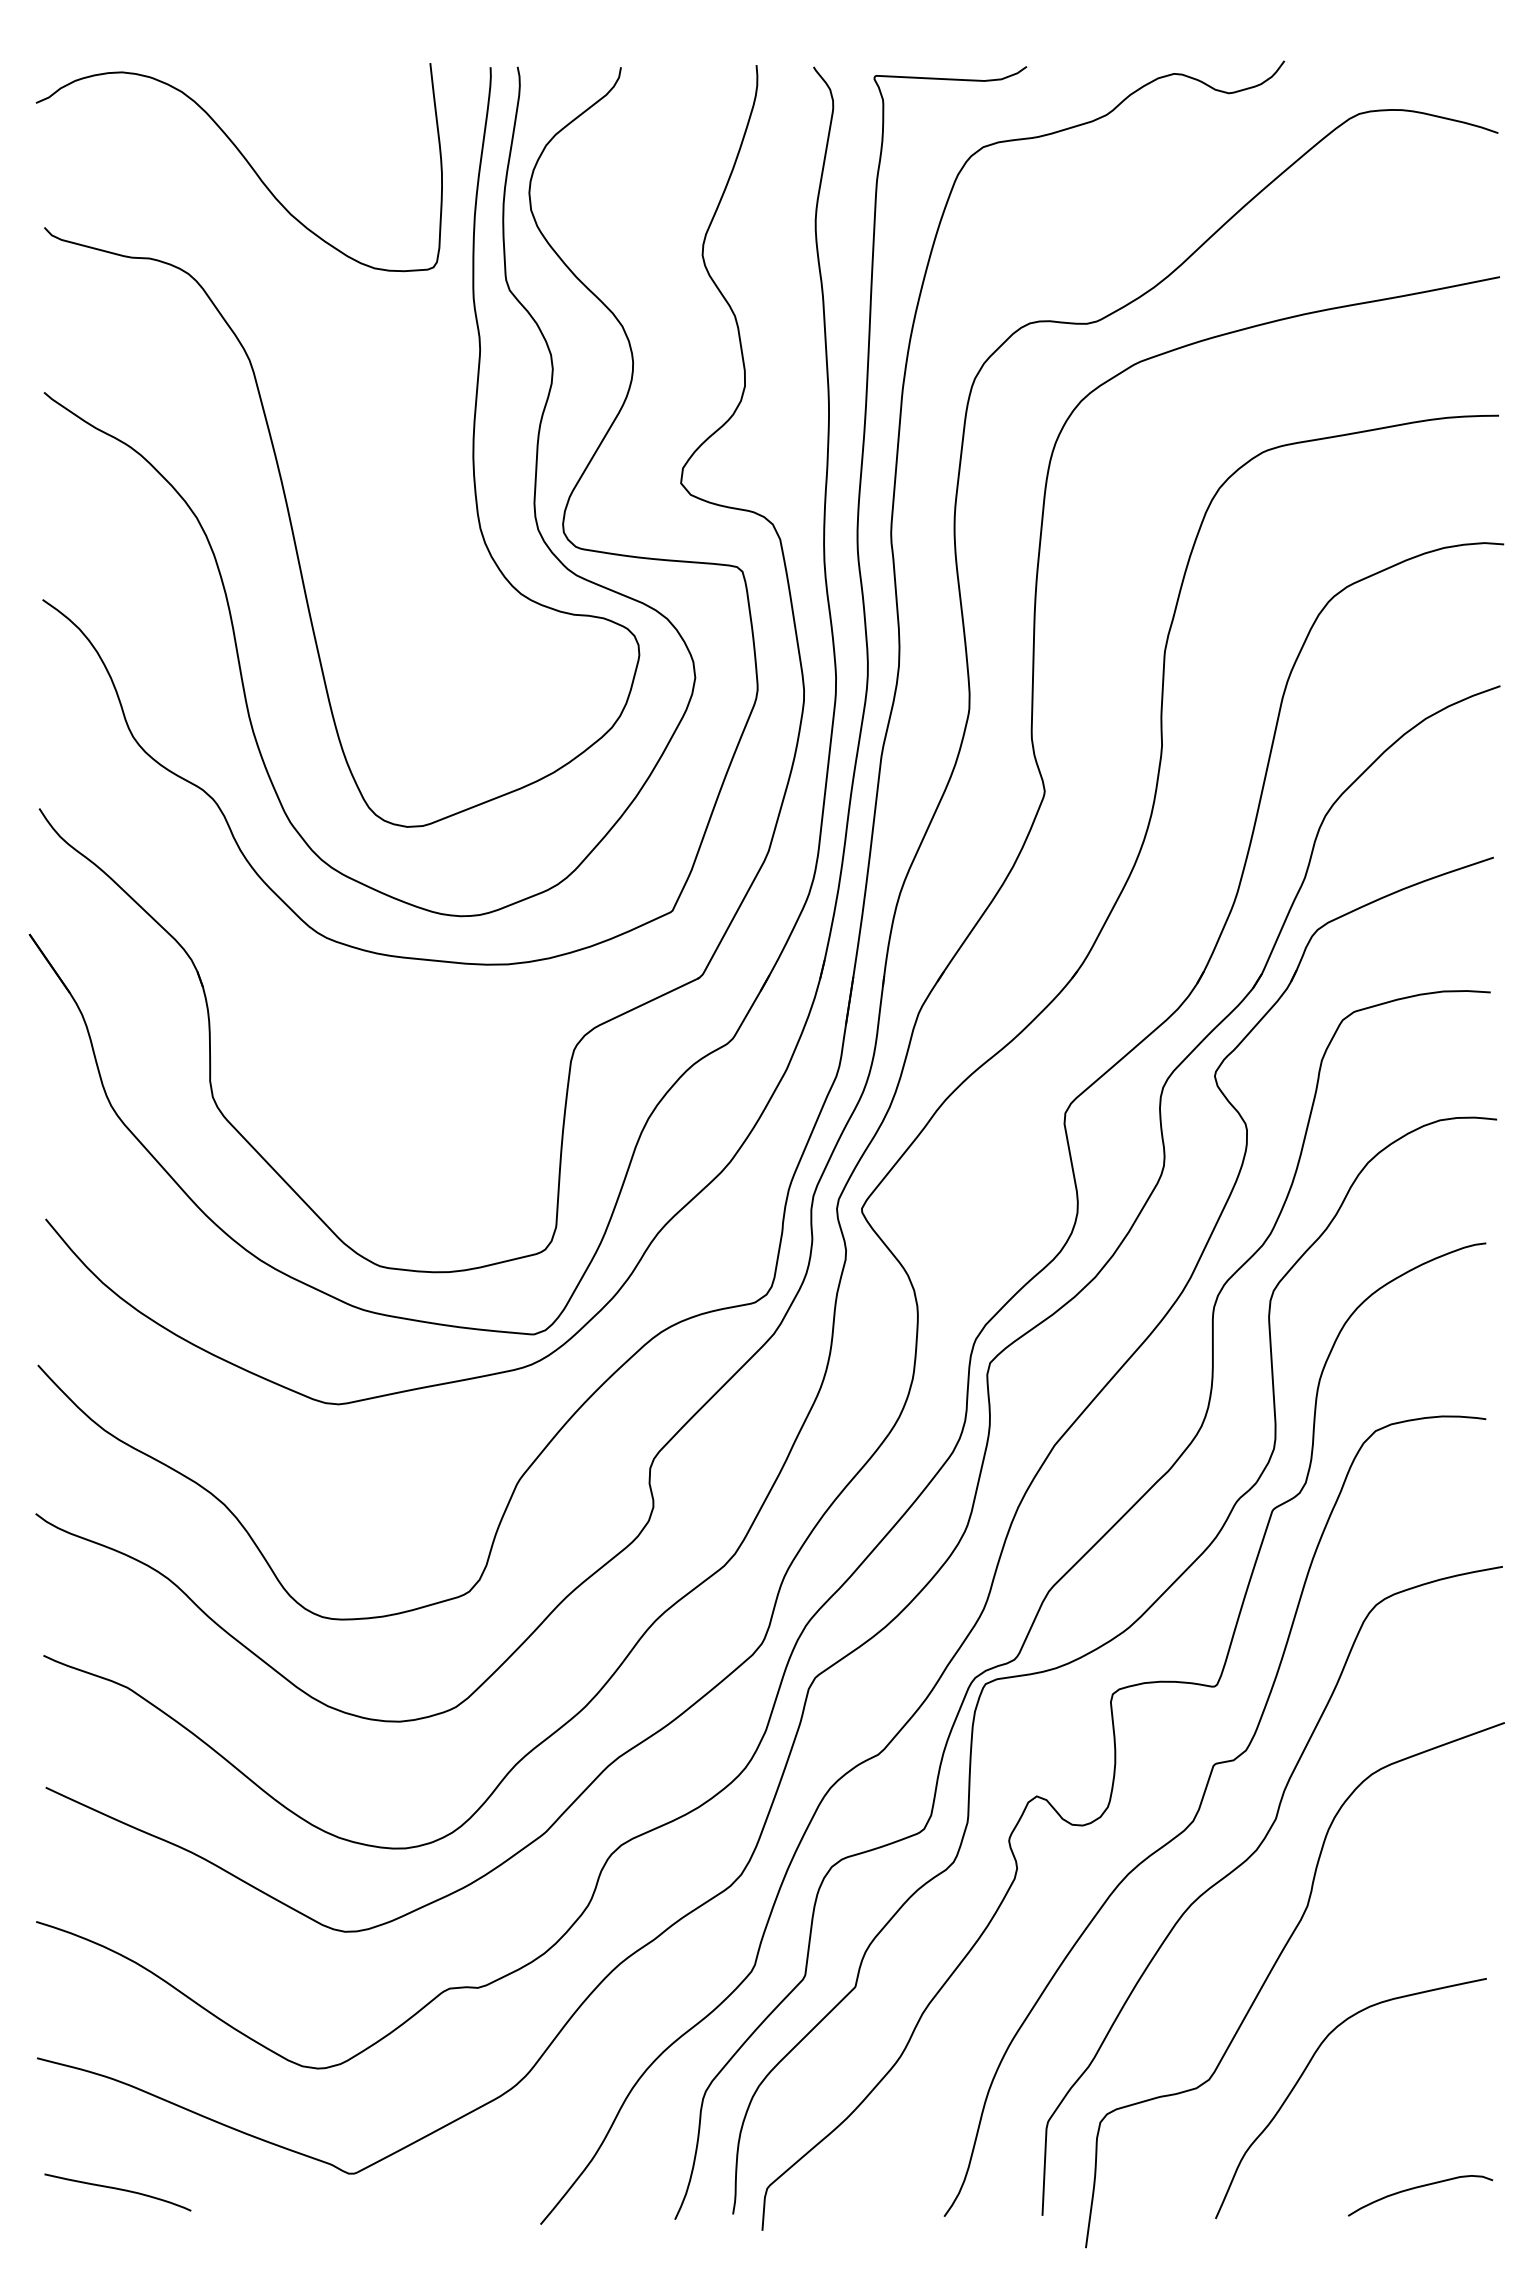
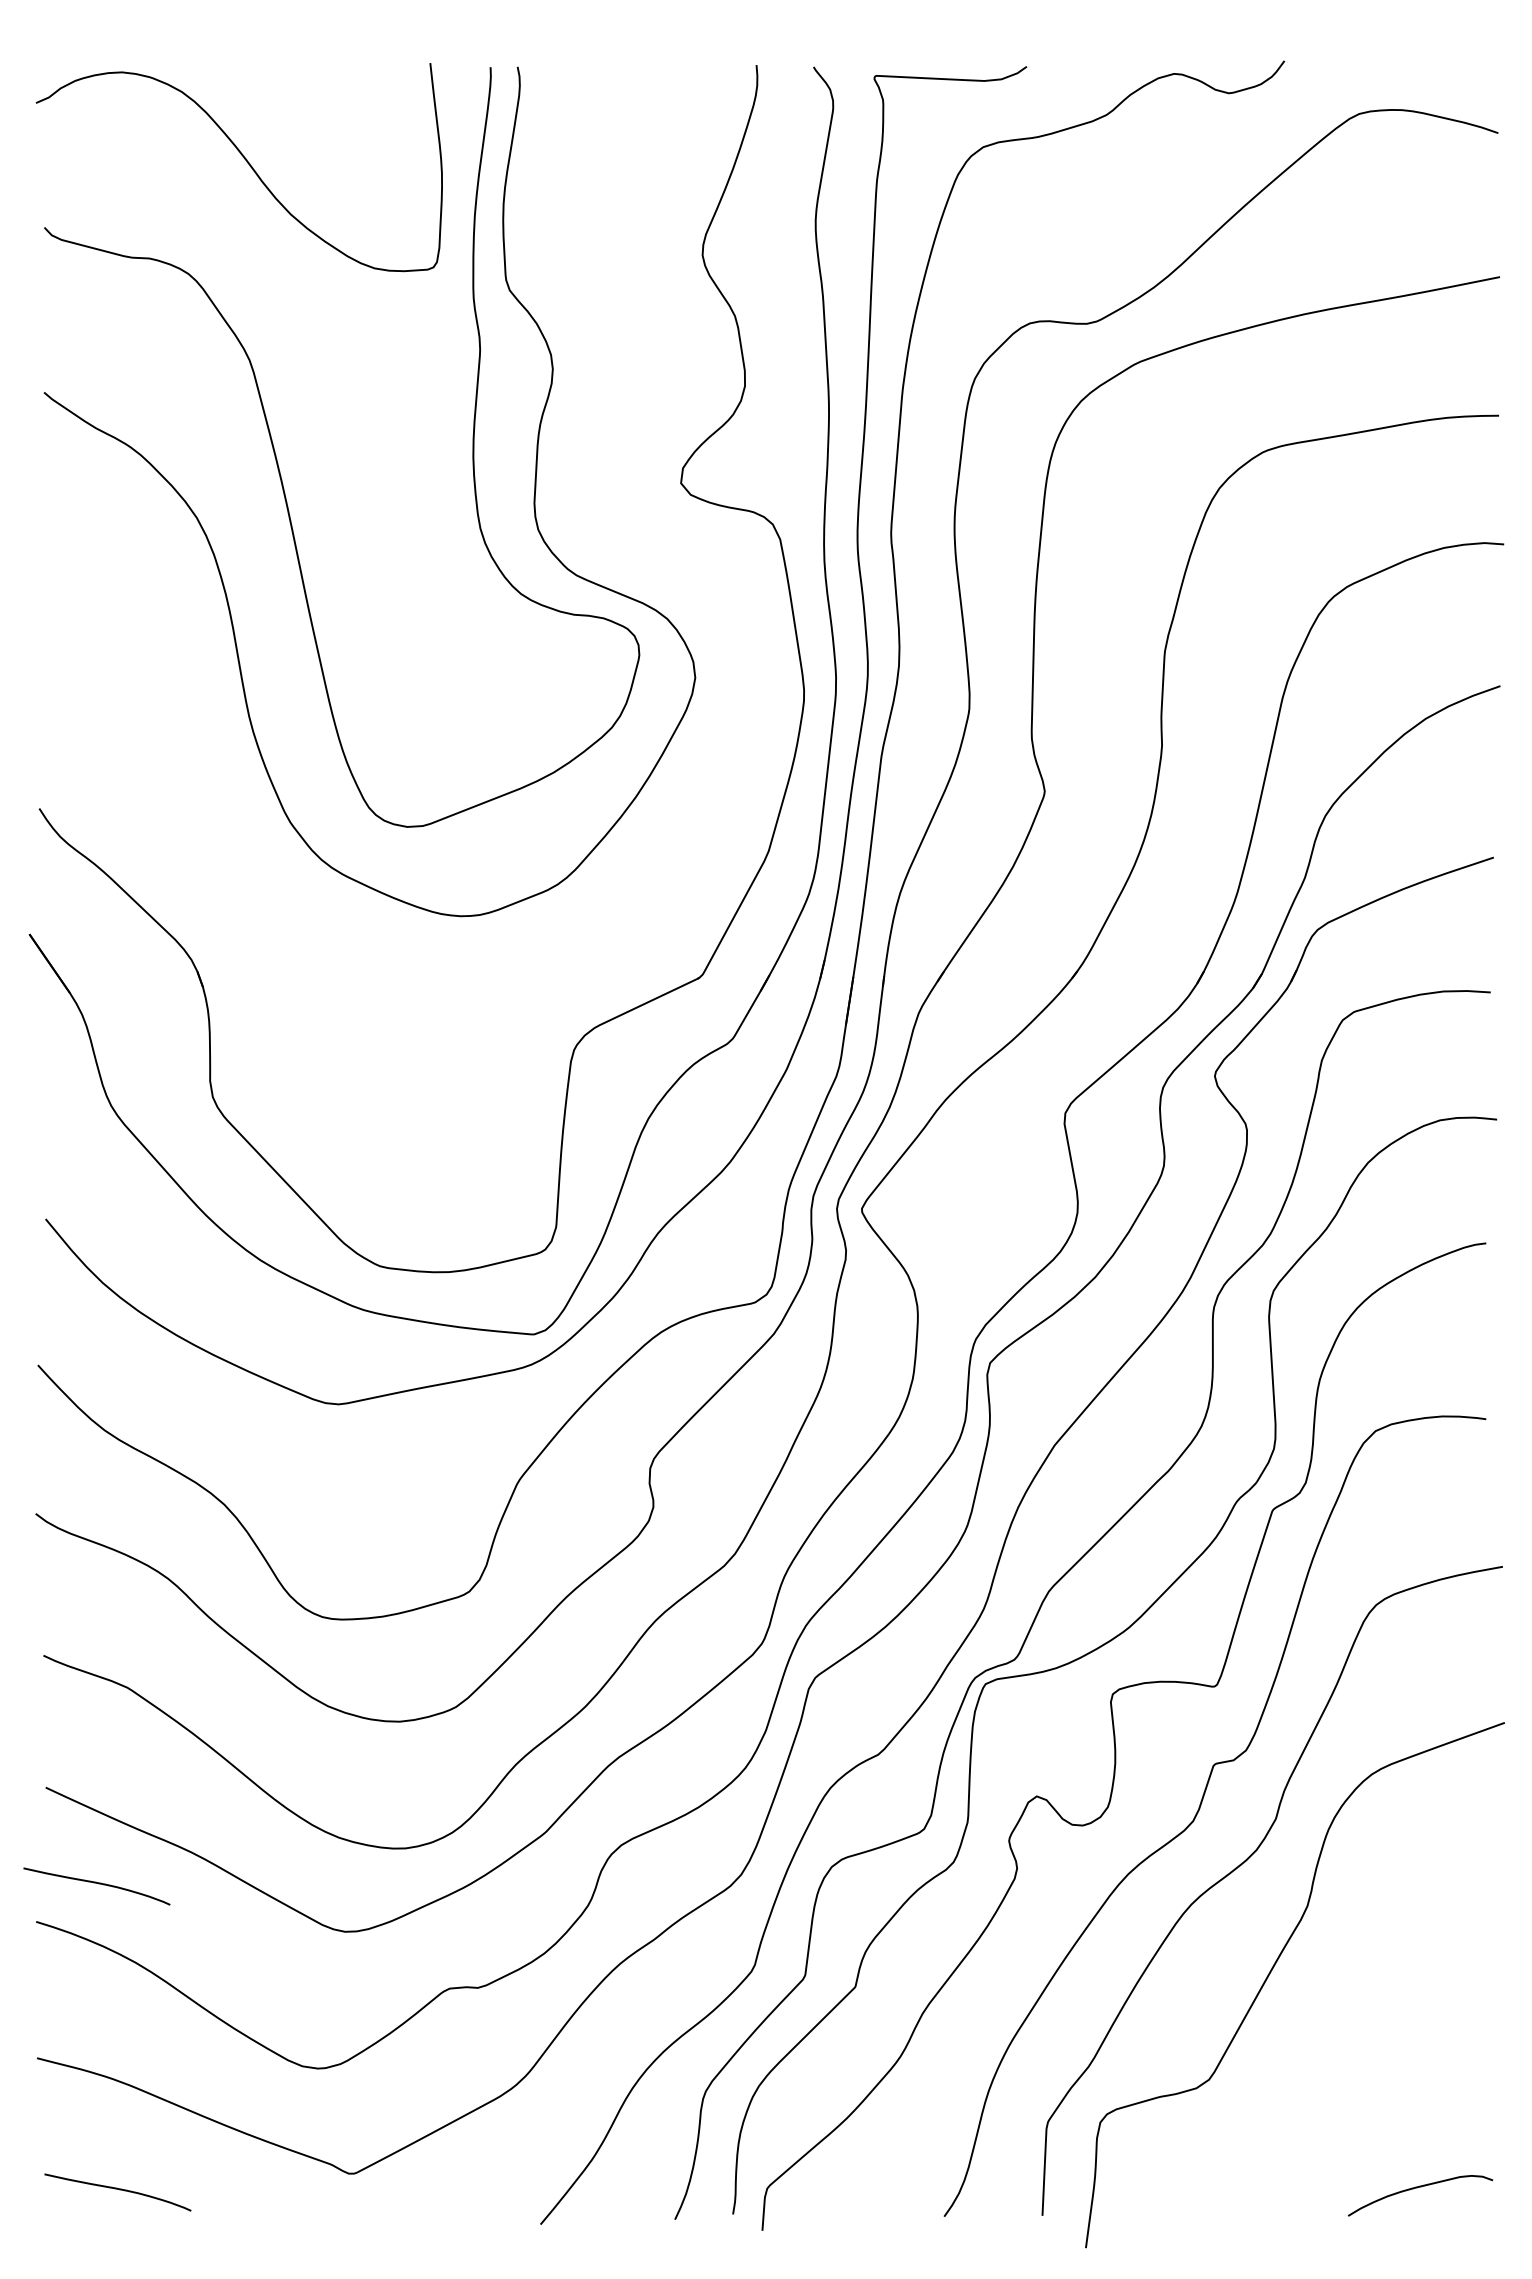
curve at (562, 519): present -> none
curve at (98, 1884): none -> present
curve at (1306, 2069): present -> none
